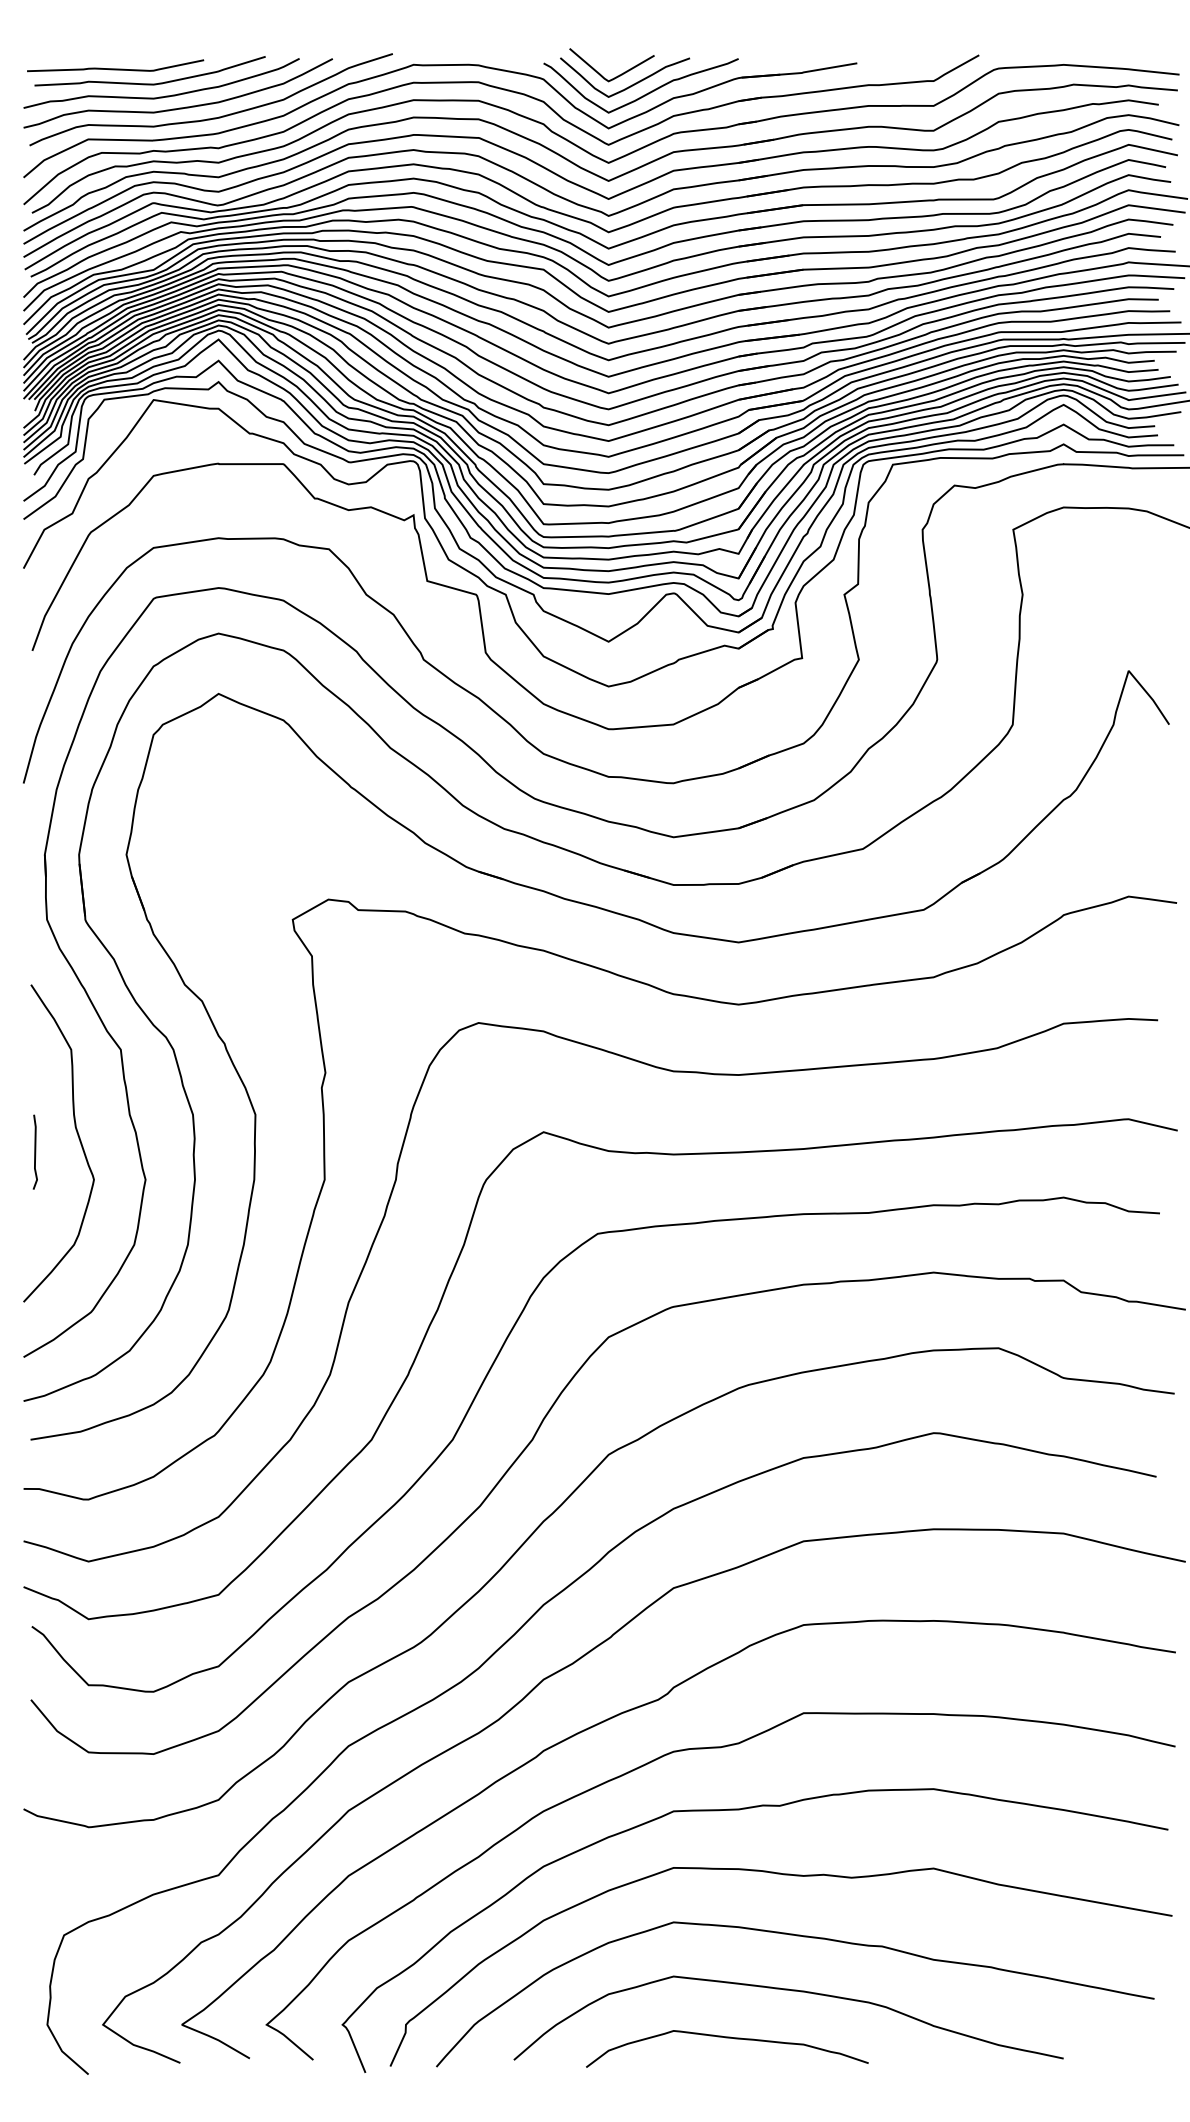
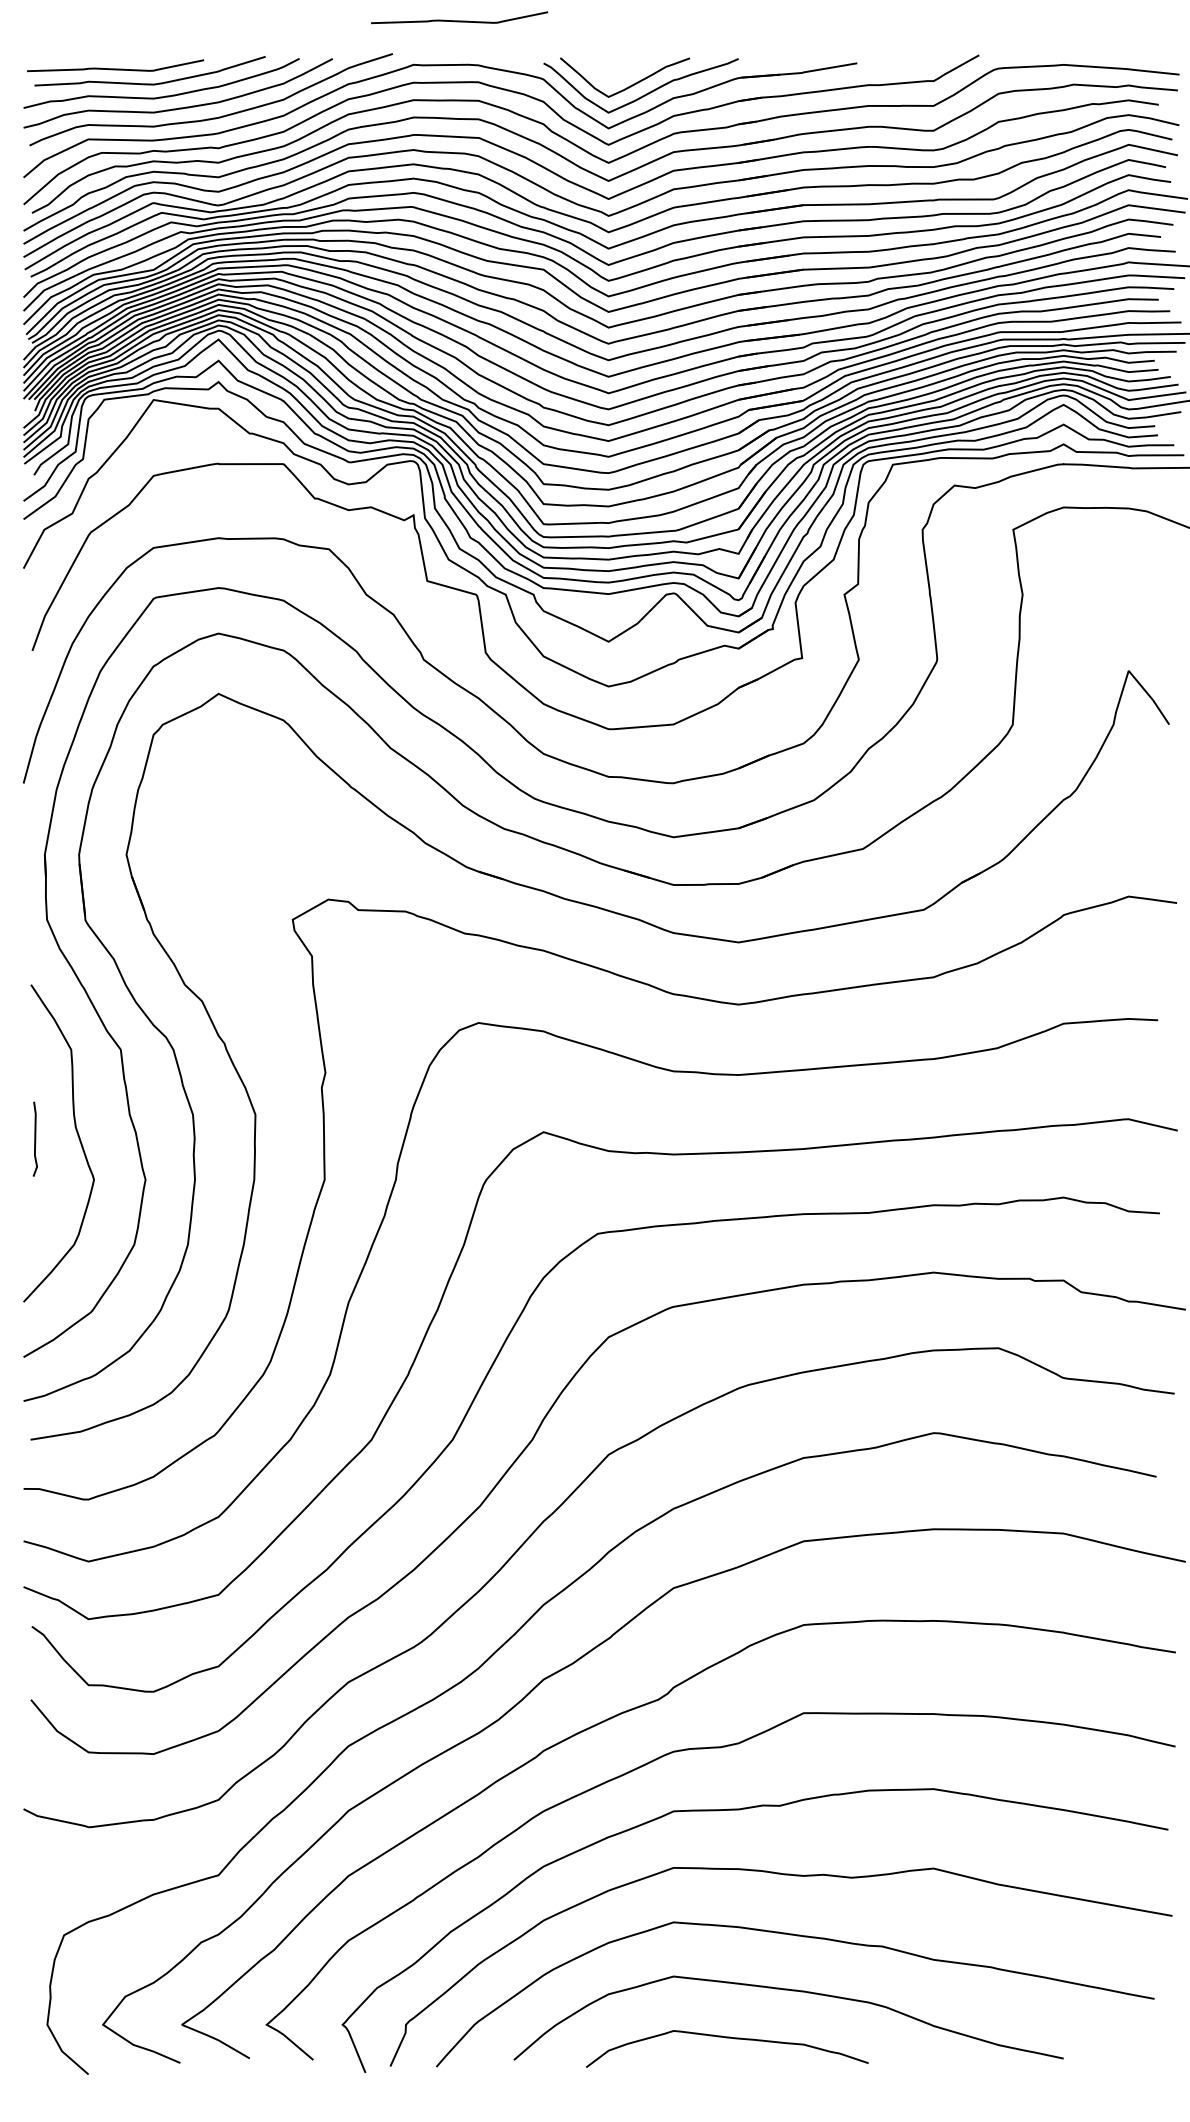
curve at (459, 20): none -> present
curve at (617, 75): present -> none
line at (34, 1151) position: (34, 1151) -> (34, 1138)
